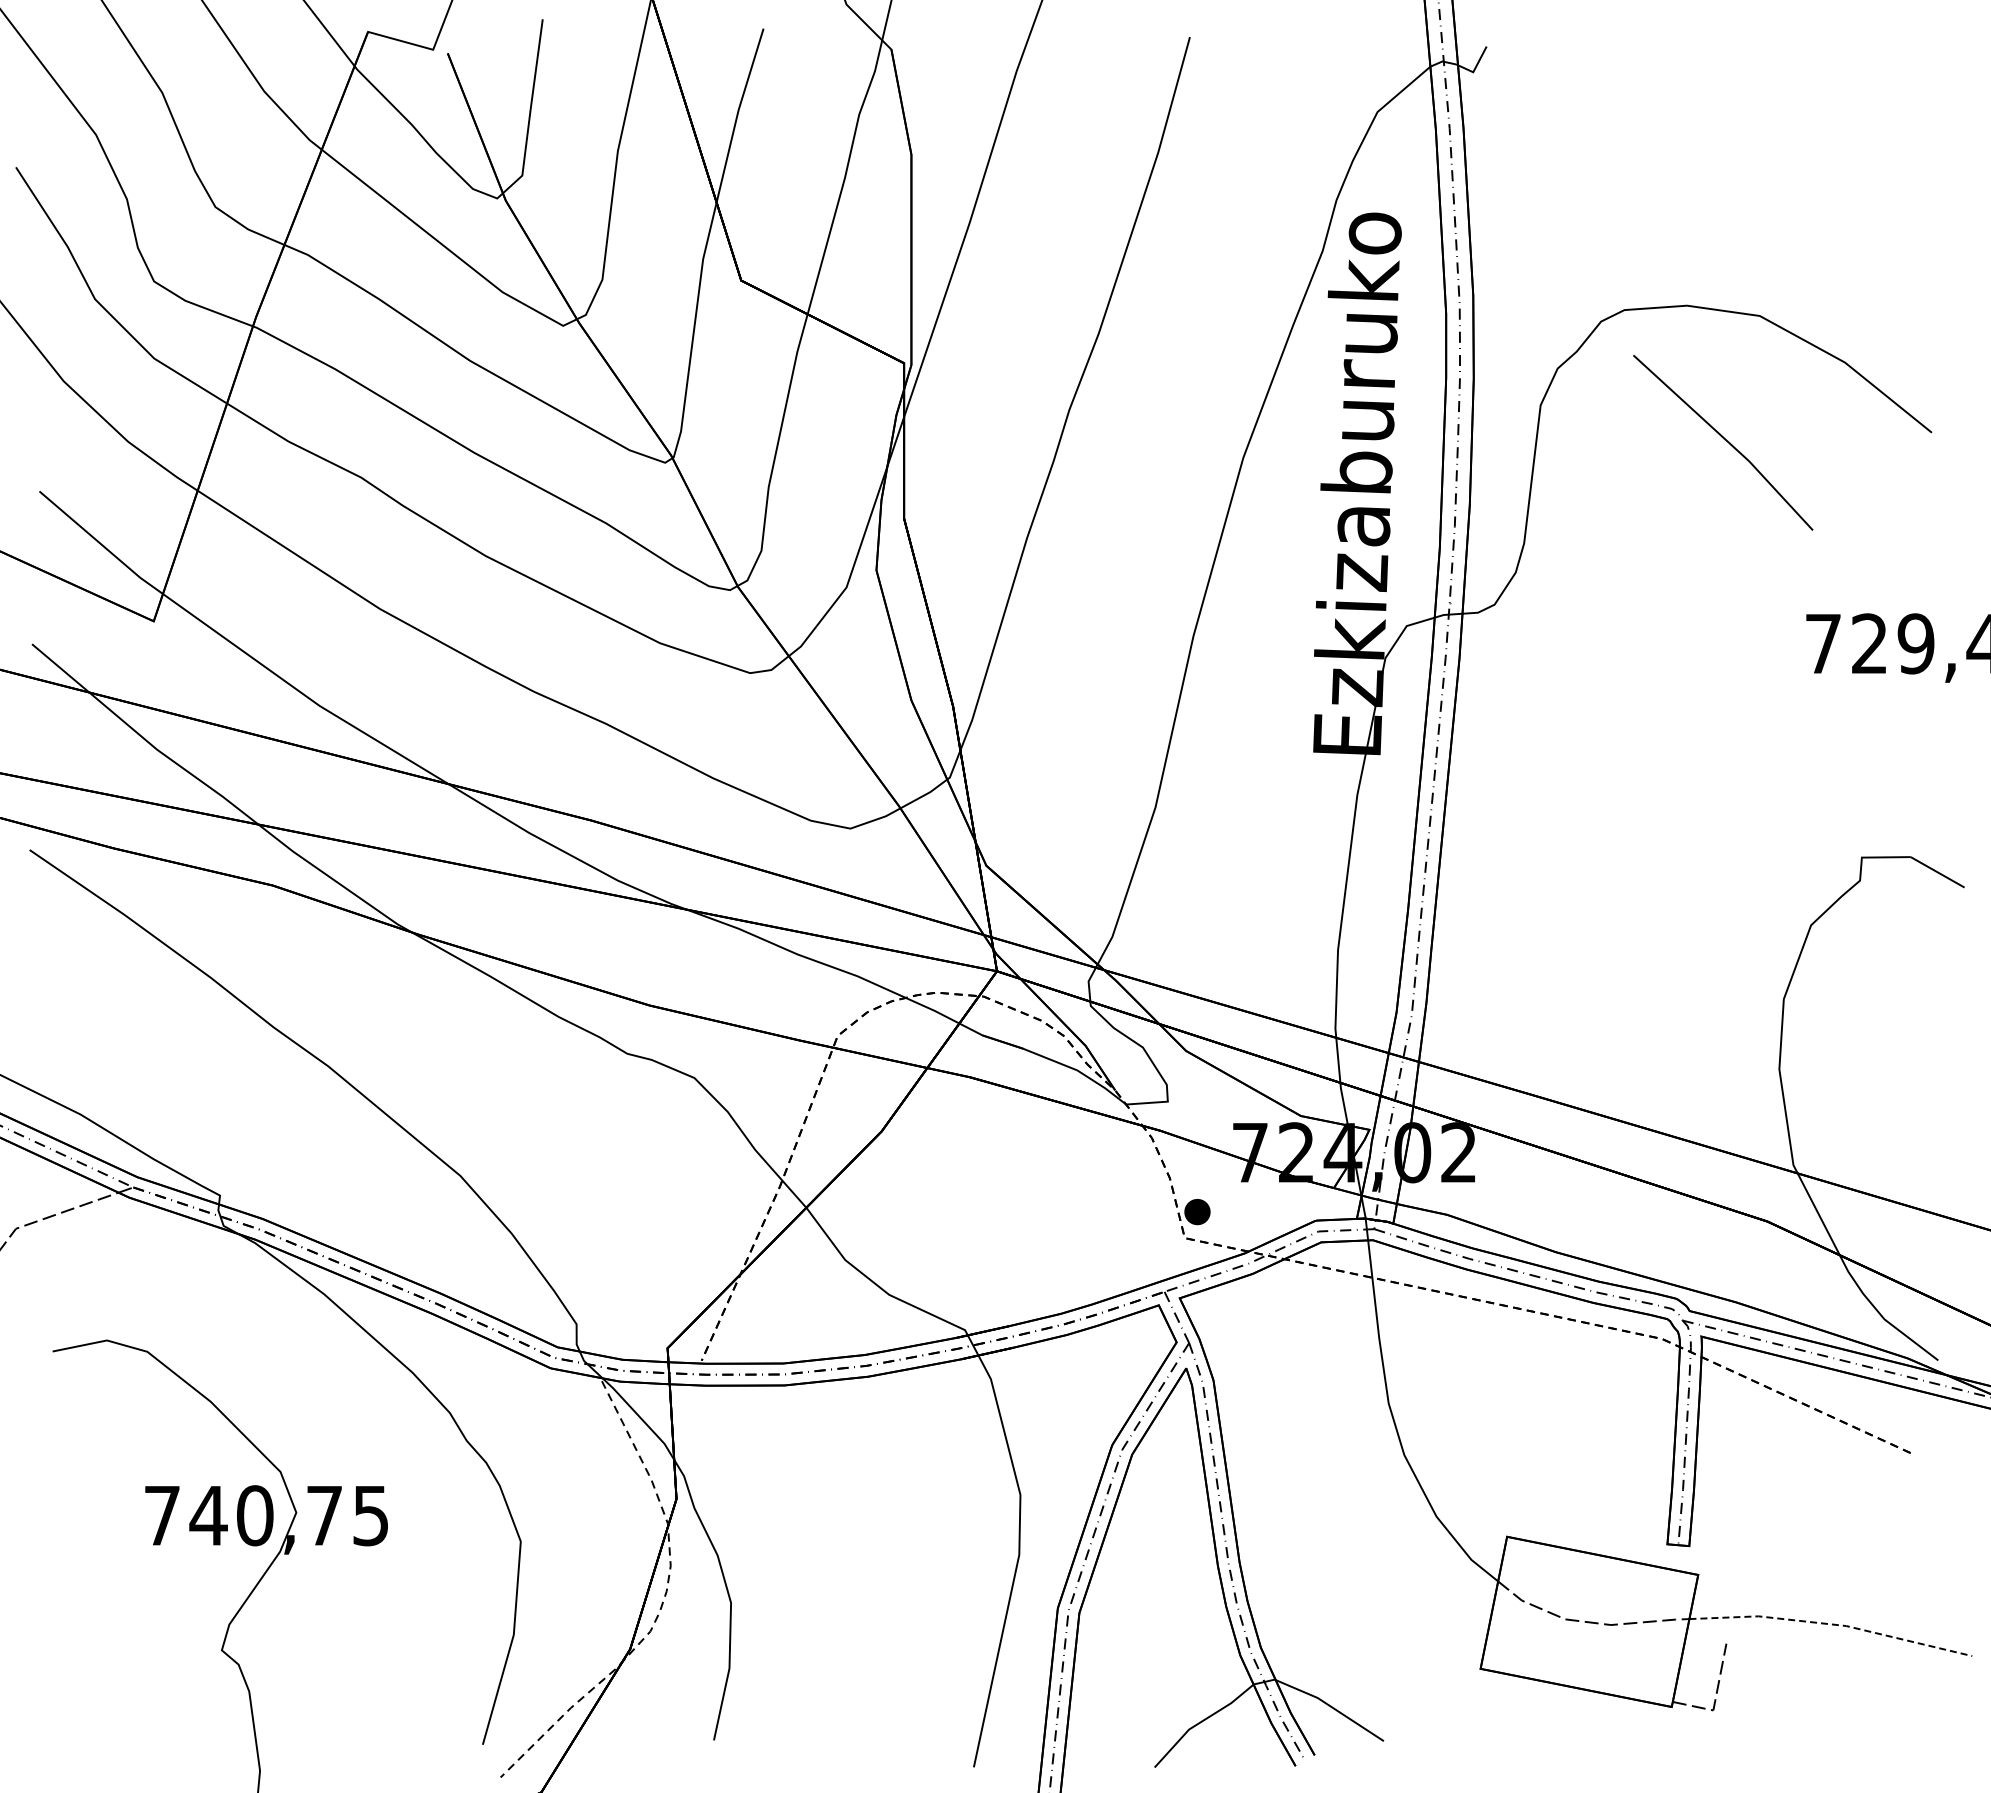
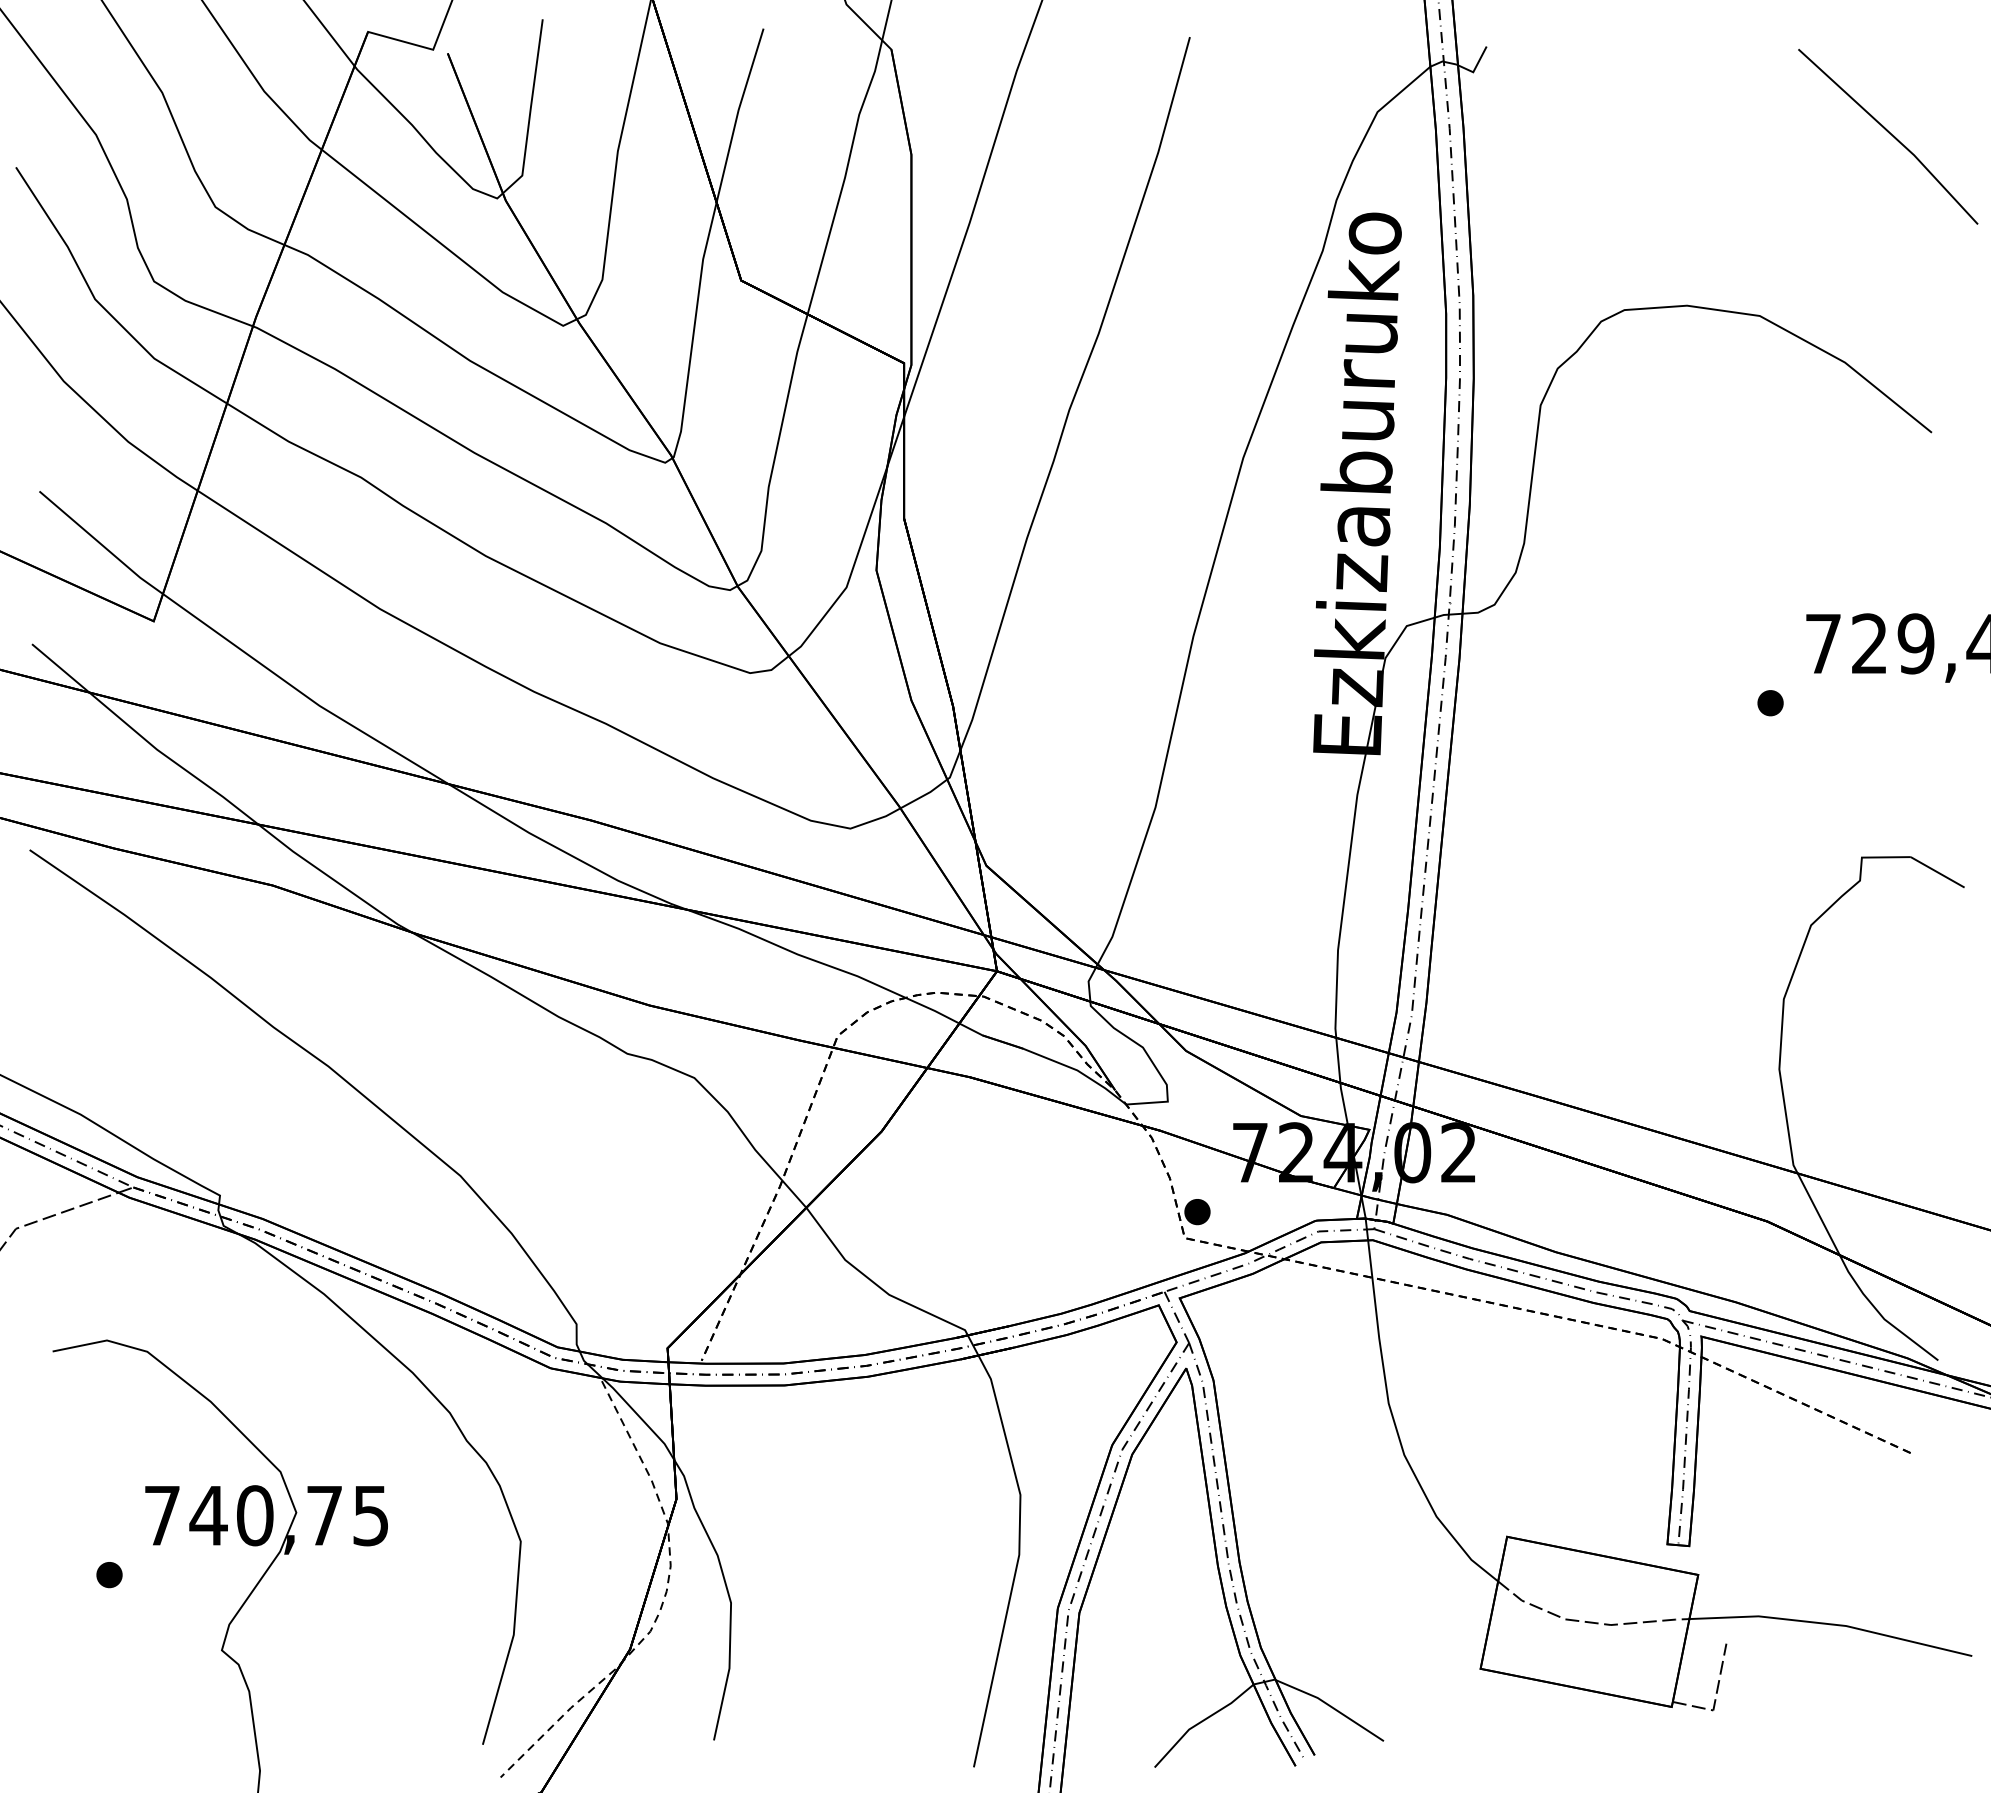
line at (1725, 440) position: (1725, 440) -> (1890, 134)
part at (1770, 703): none -> present
part at (109, 1575): none -> present
line at (1832, 1624): dashed -> solid
